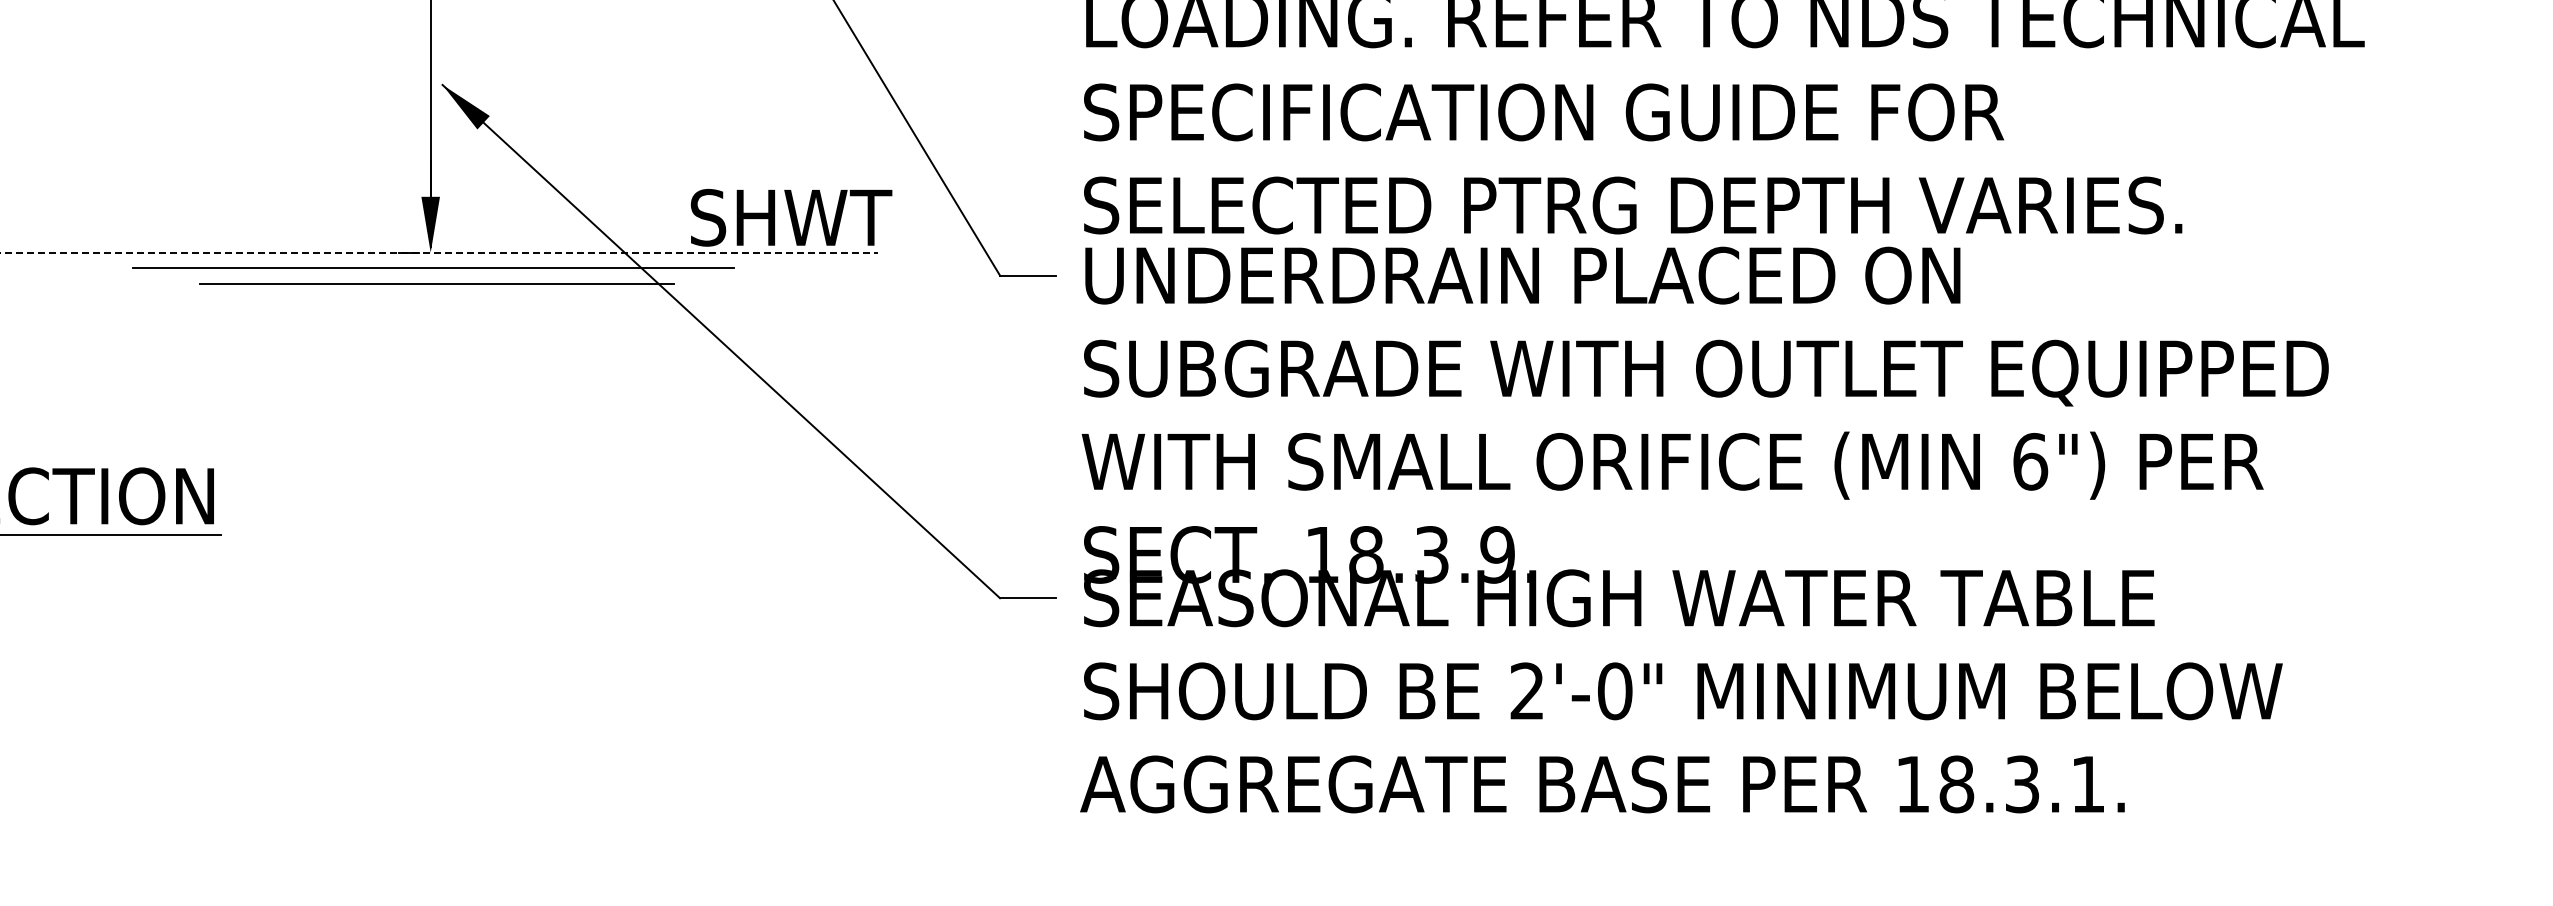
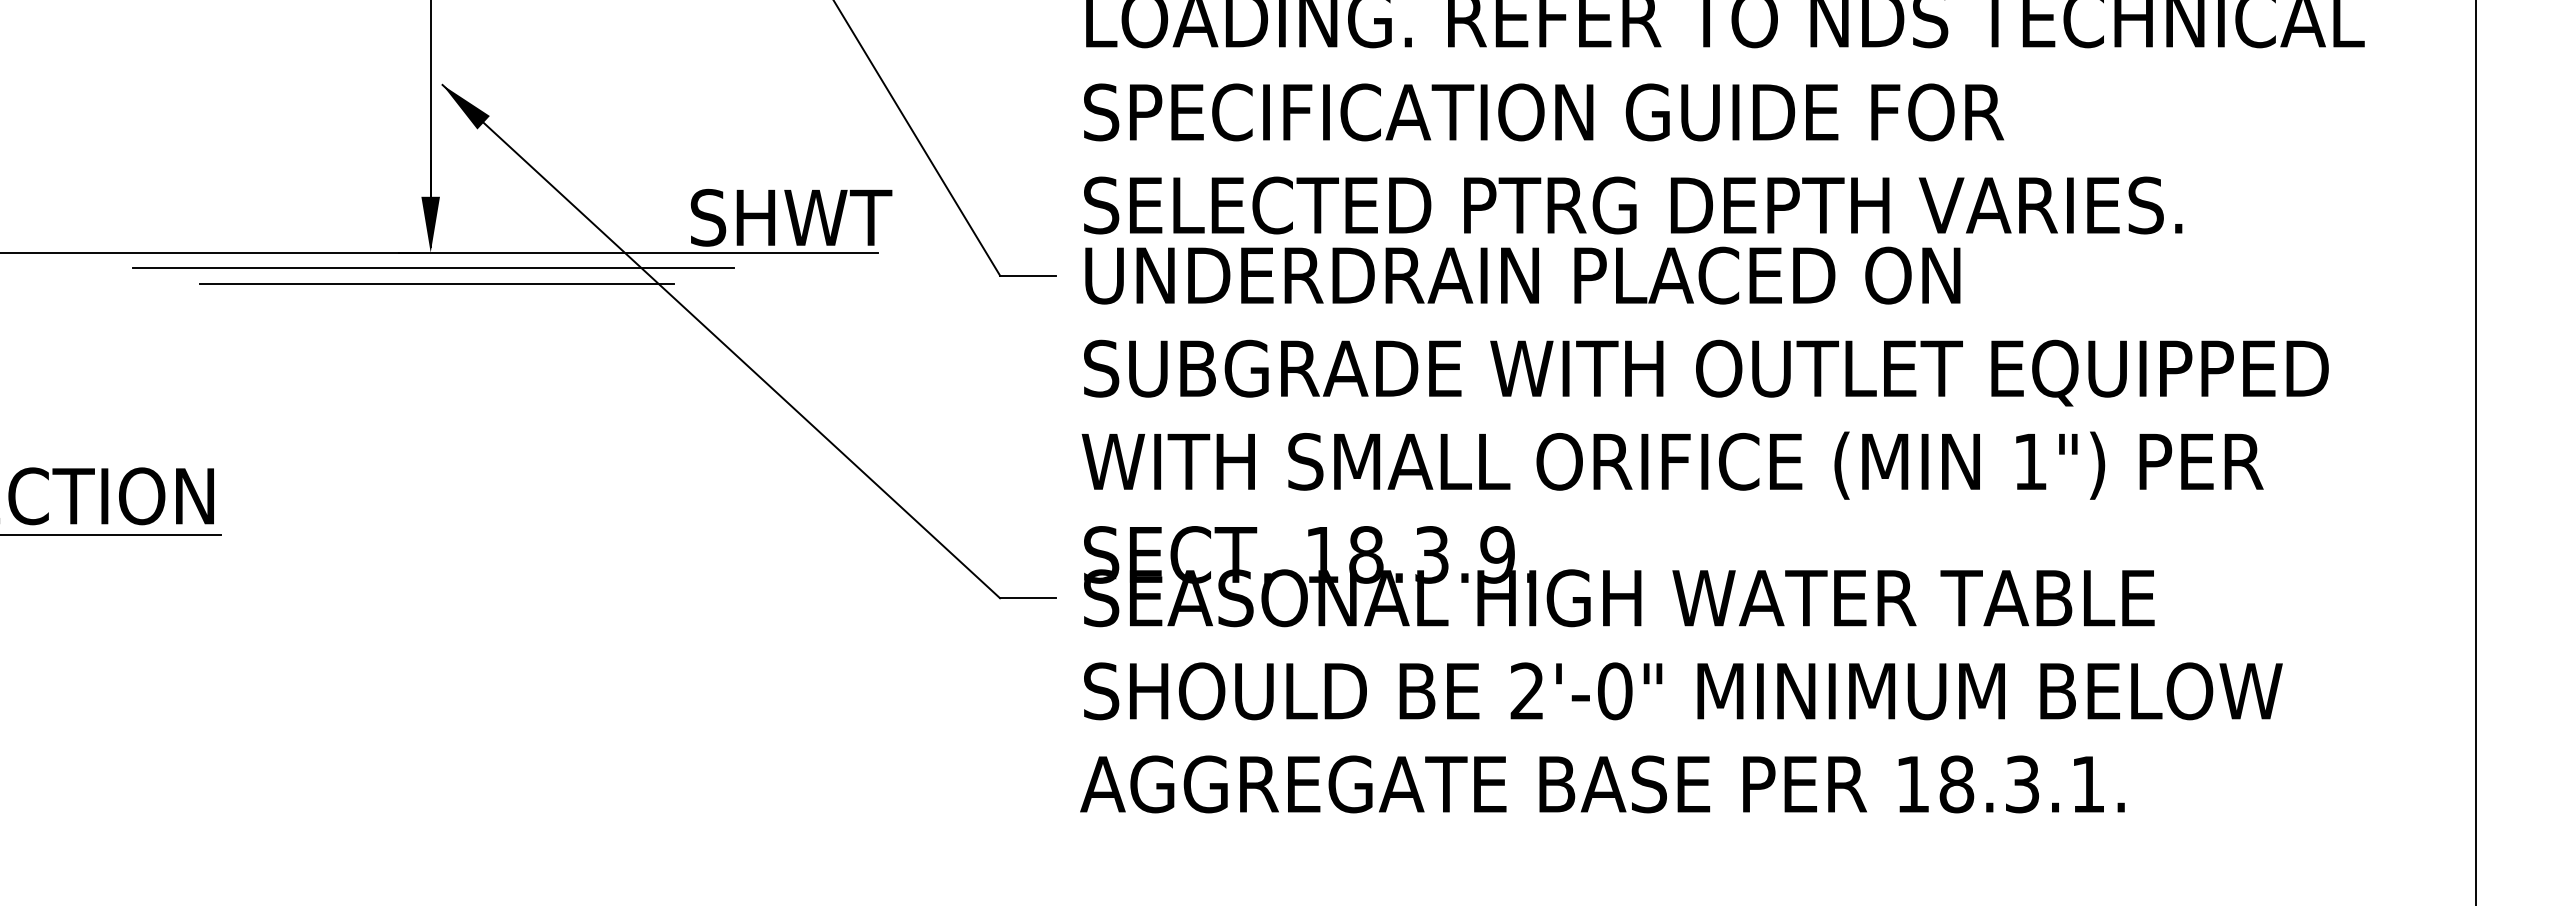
line at (439, 252): dashed -> solid
line at (2476, 452): none -> present
text at (2030, 461): 6") -> 1")
